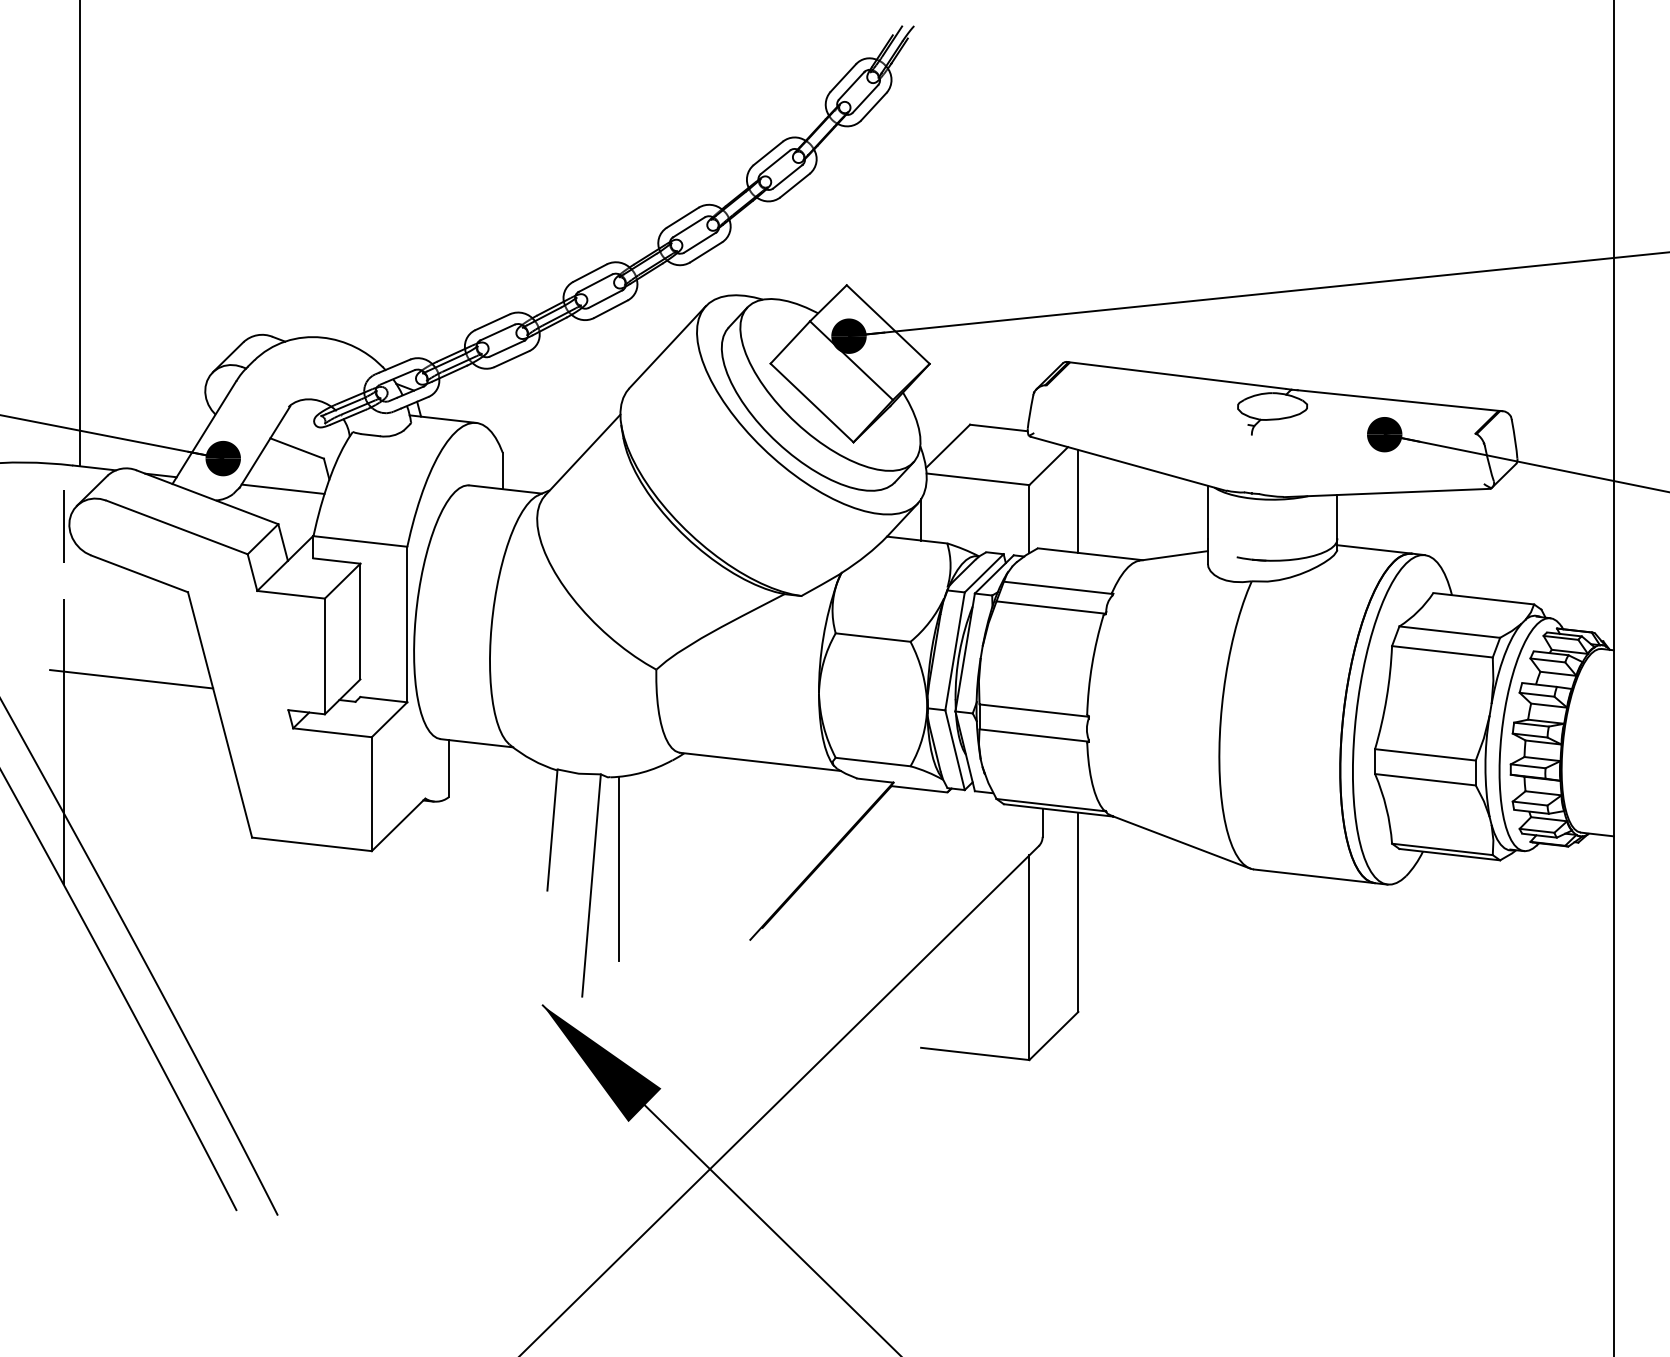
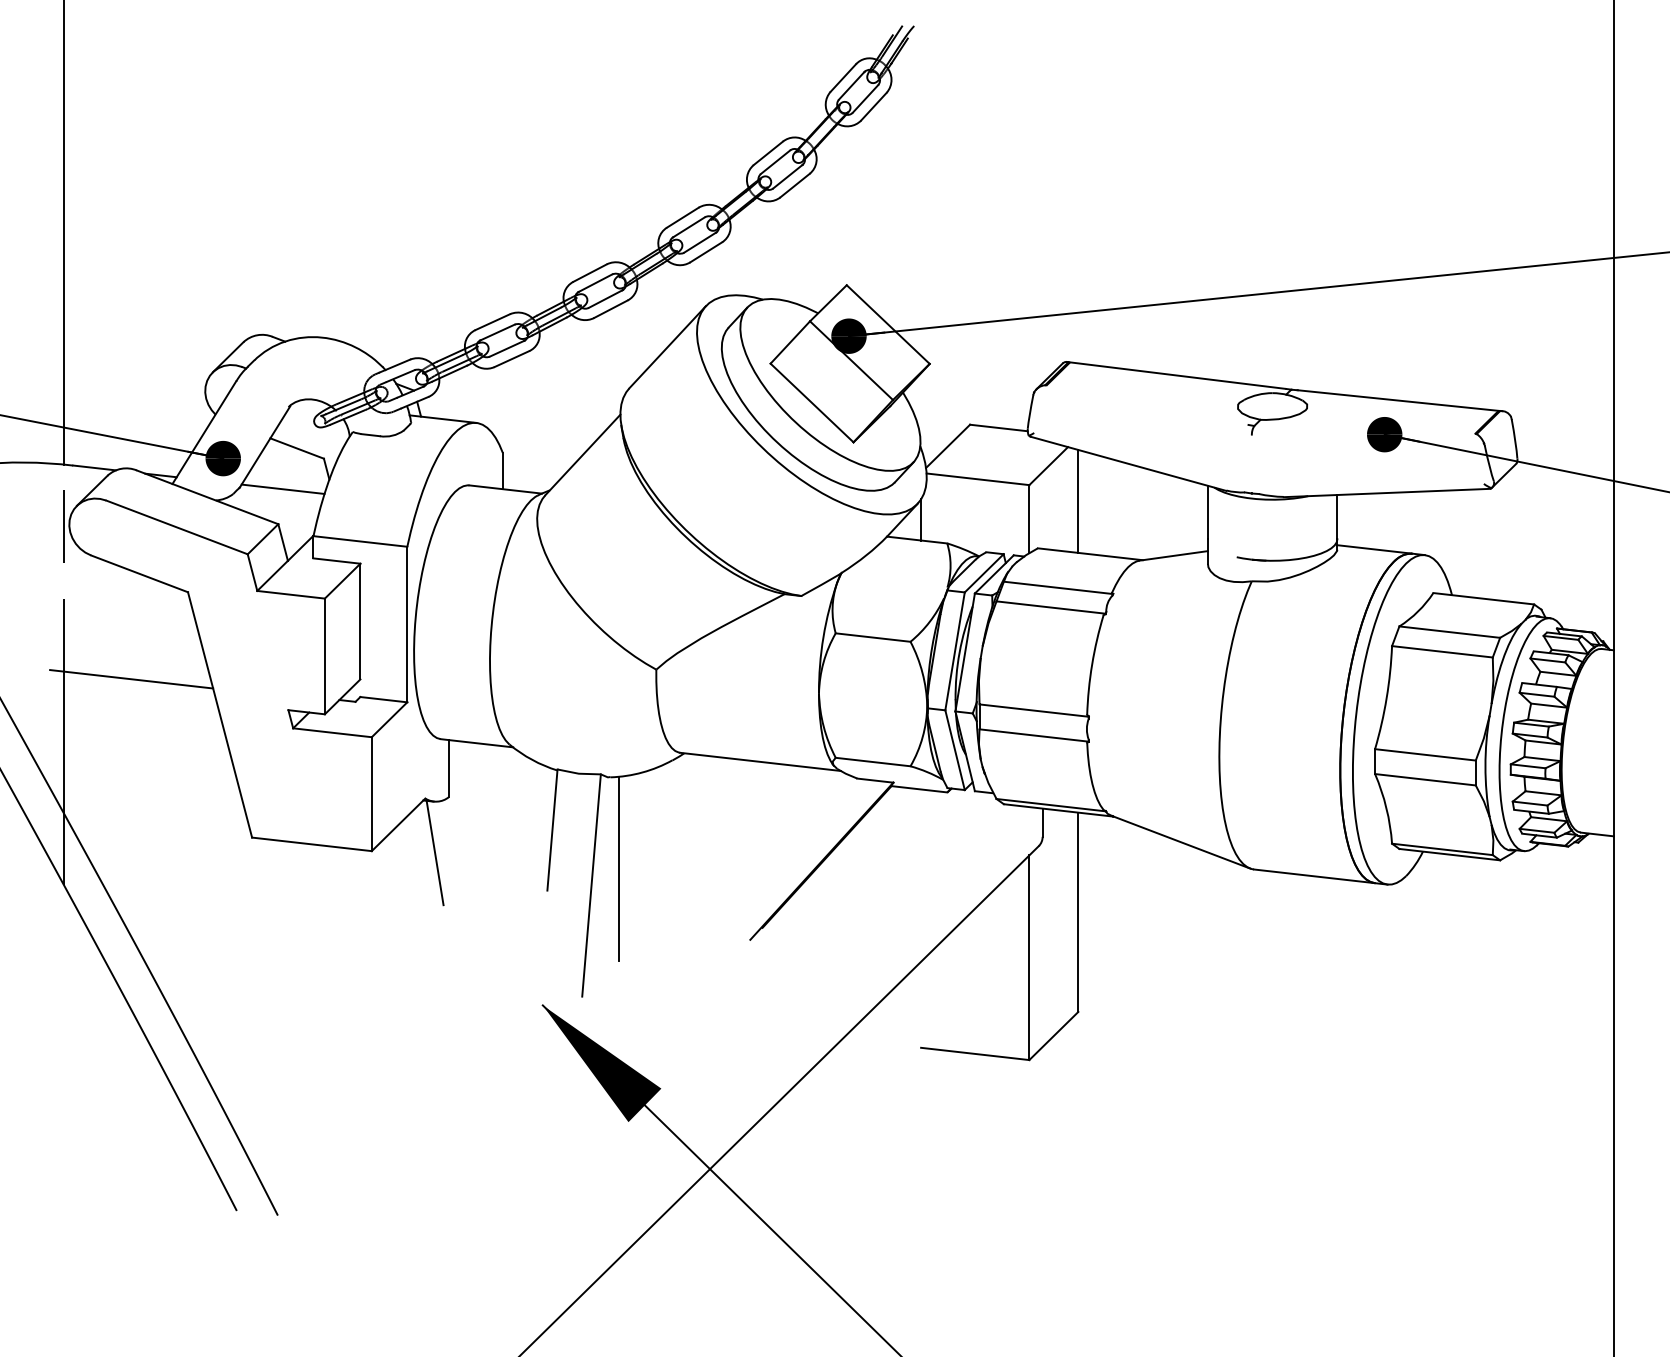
line at (79, 233) position: (79, 233) -> (63, 233)
line at (434, 852): none -> present
